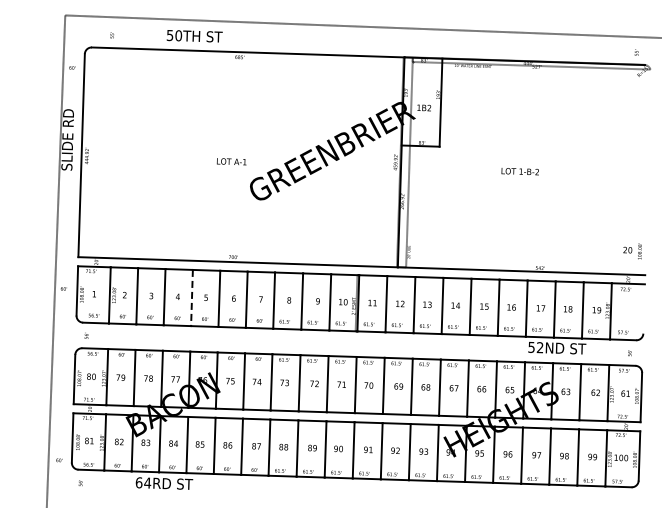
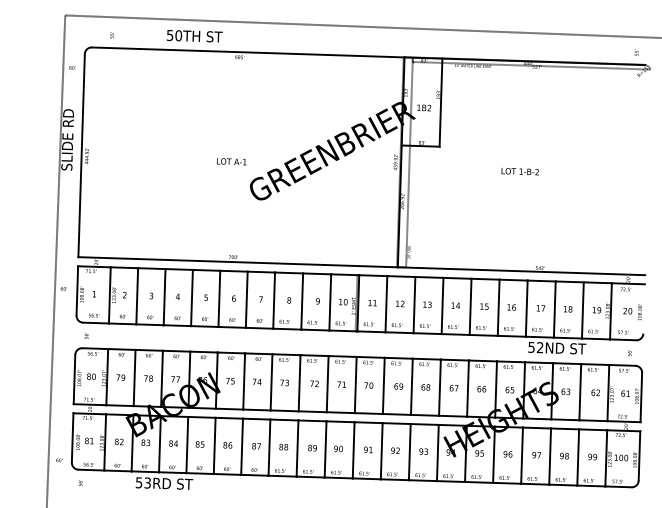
text at (632, 251) position: (632, 251) -> (632, 312)
line at (191, 298): dashed -> solid
text at (143, 482): 64RD -> 53RD
